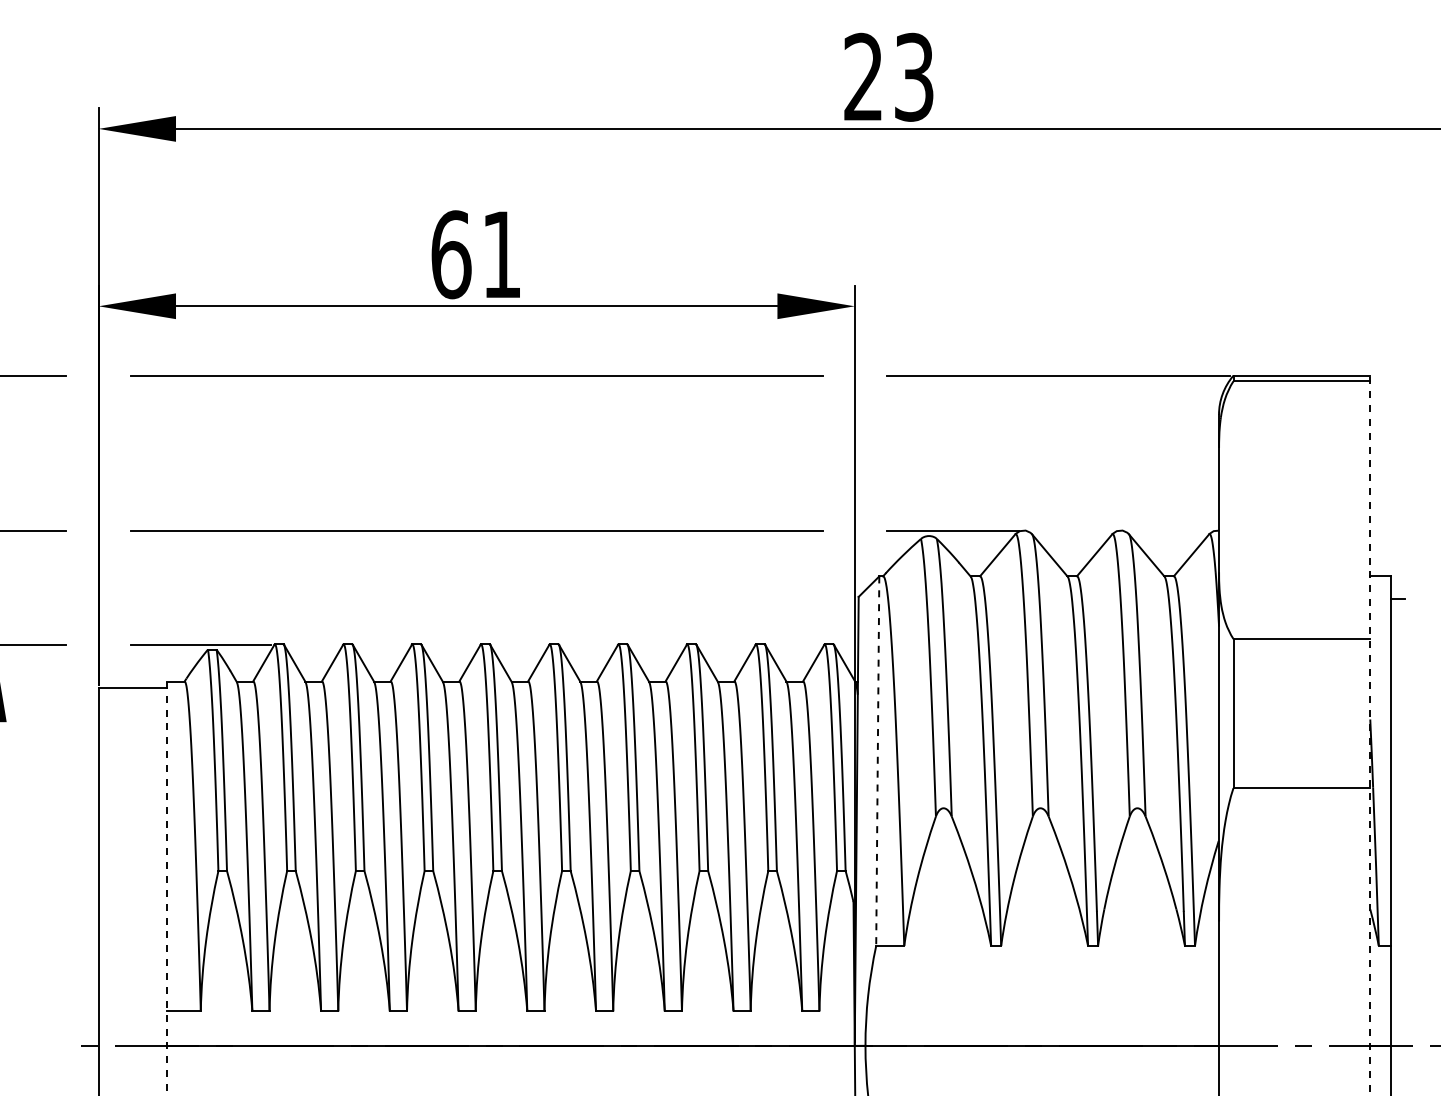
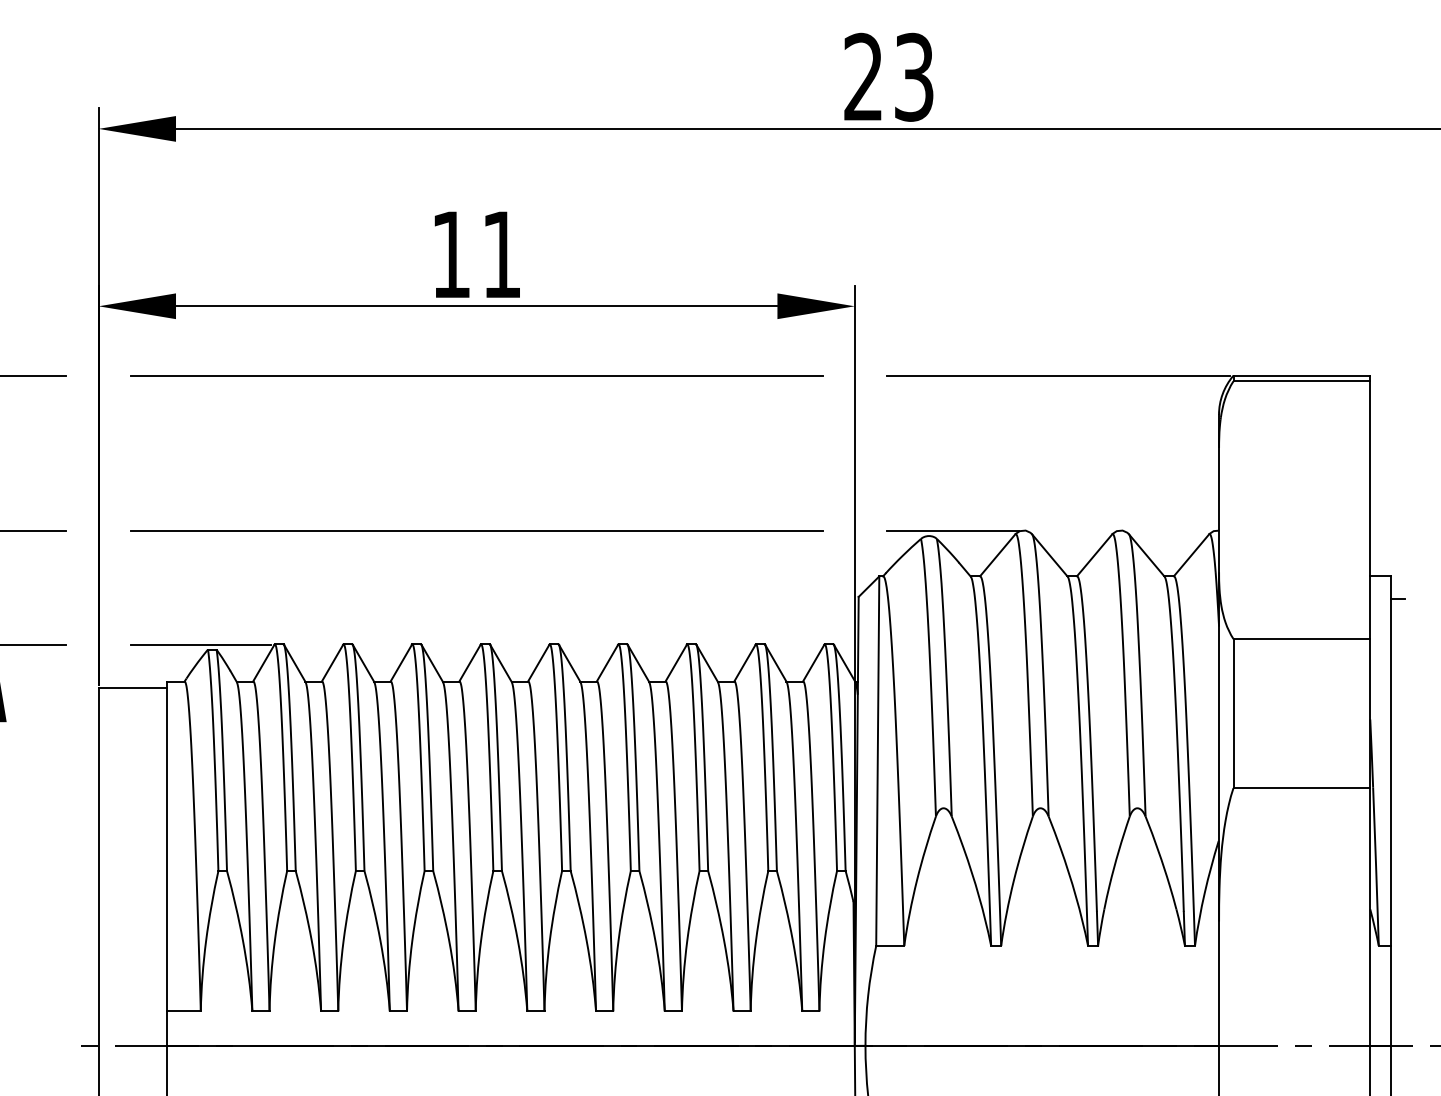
text at (451, 254): 61 -> 11
line at (1370, 735): dashed -> solid
line at (877, 761): dashed -> solid
line at (167, 888): dashed -> solid
